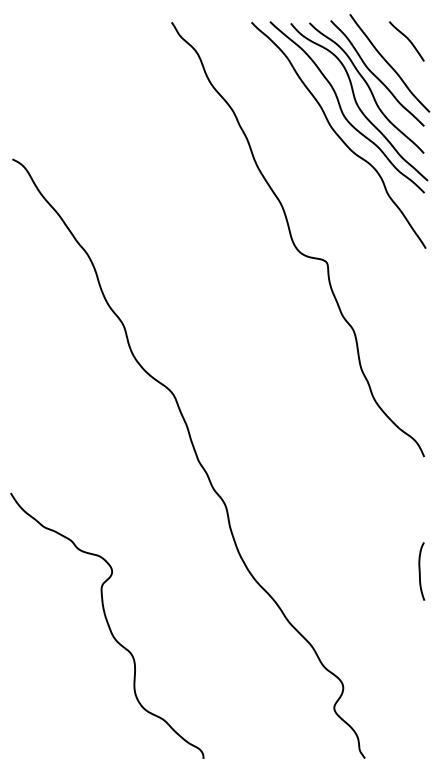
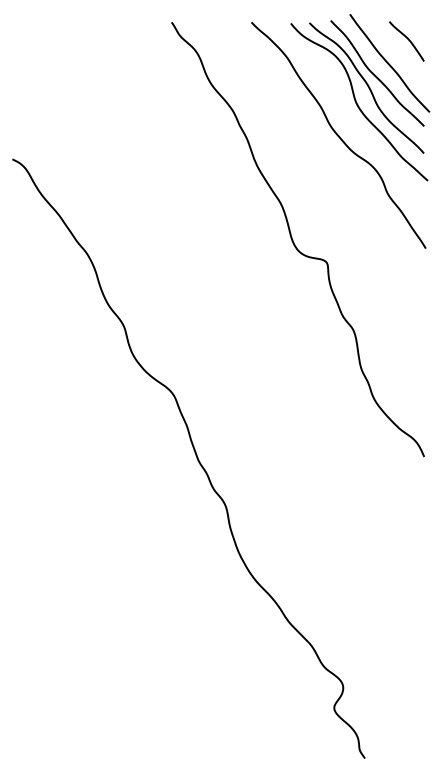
curve at (342, 109): present -> none
curve at (420, 571): present -> none
curve at (107, 625): present -> none
